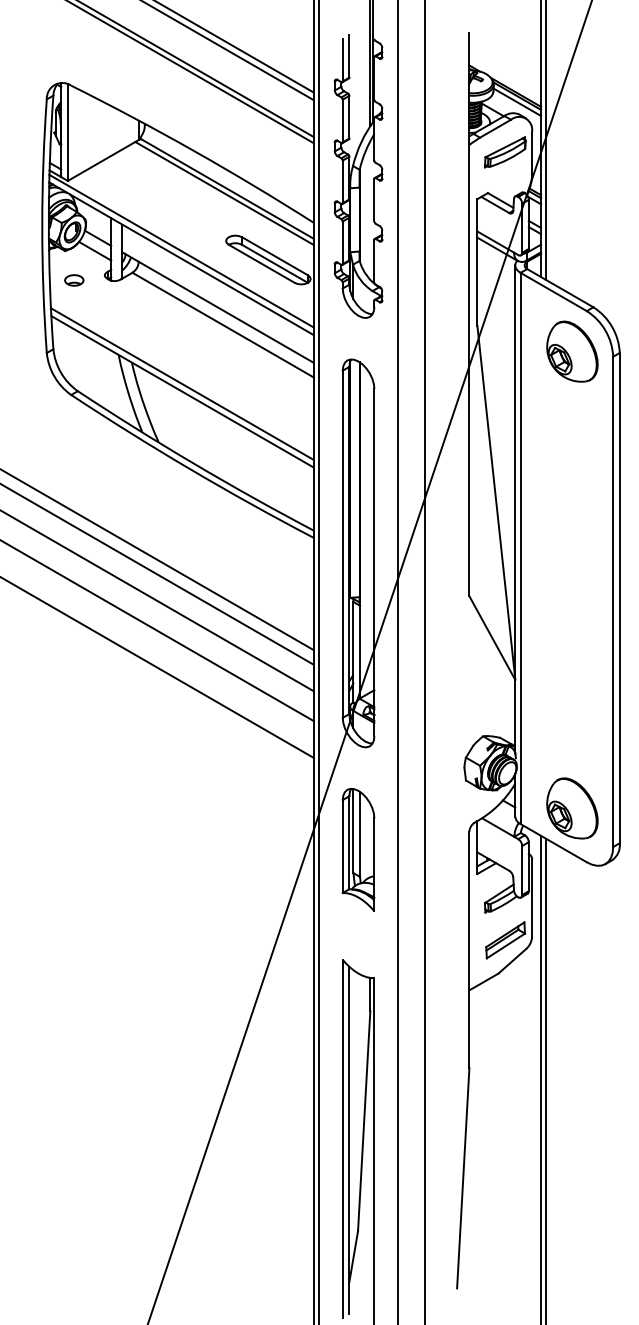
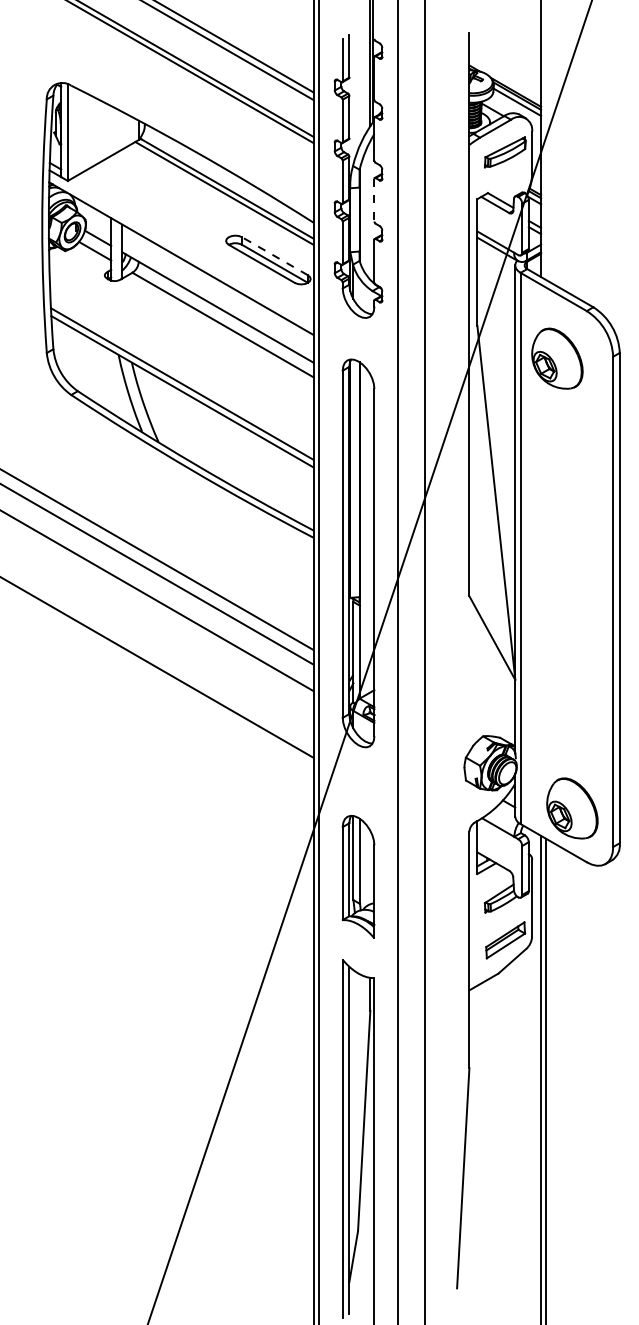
line at (546, 141): present -> none
line at (374, 200): solid -> dashed
line at (181, 250): present -> none
line at (274, 255): solid -> dashed
part at (74, 280): present -> none
part at (572, 351) position: (572, 351) -> (557, 358)
line at (157, 631): present -> none
part at (358, 849) position: (358, 849) -> (358, 876)
